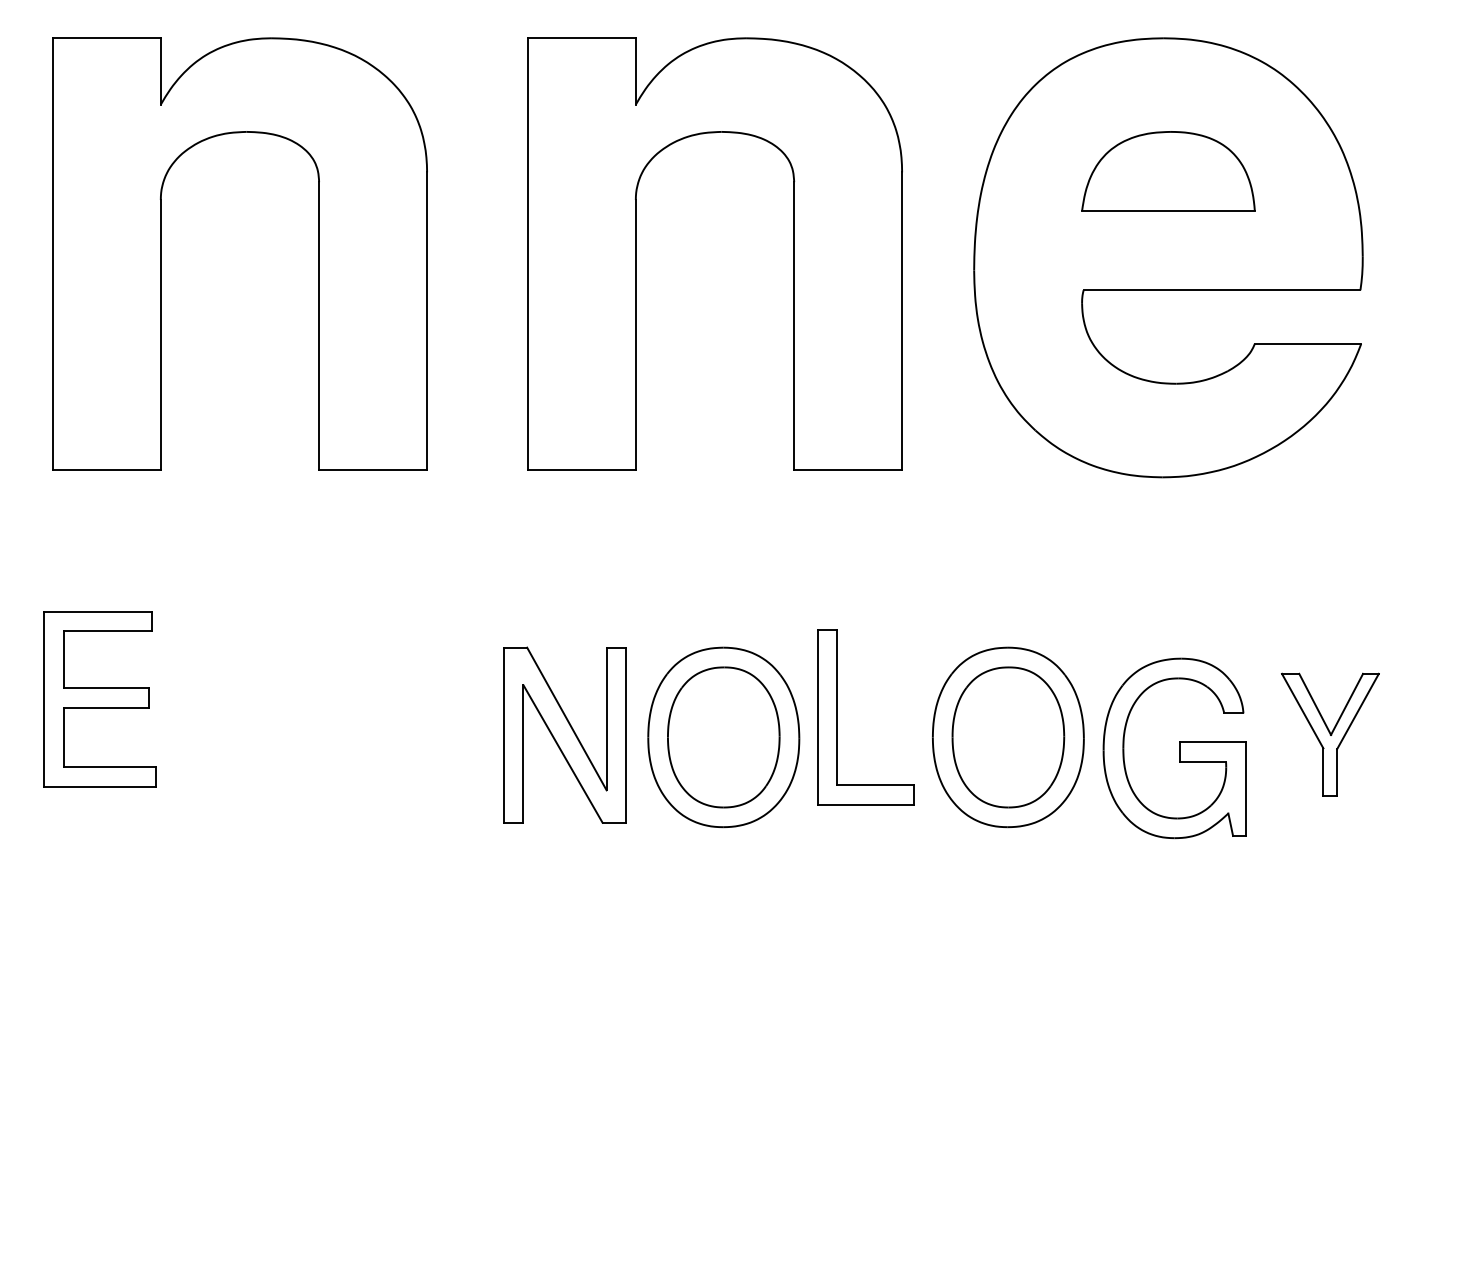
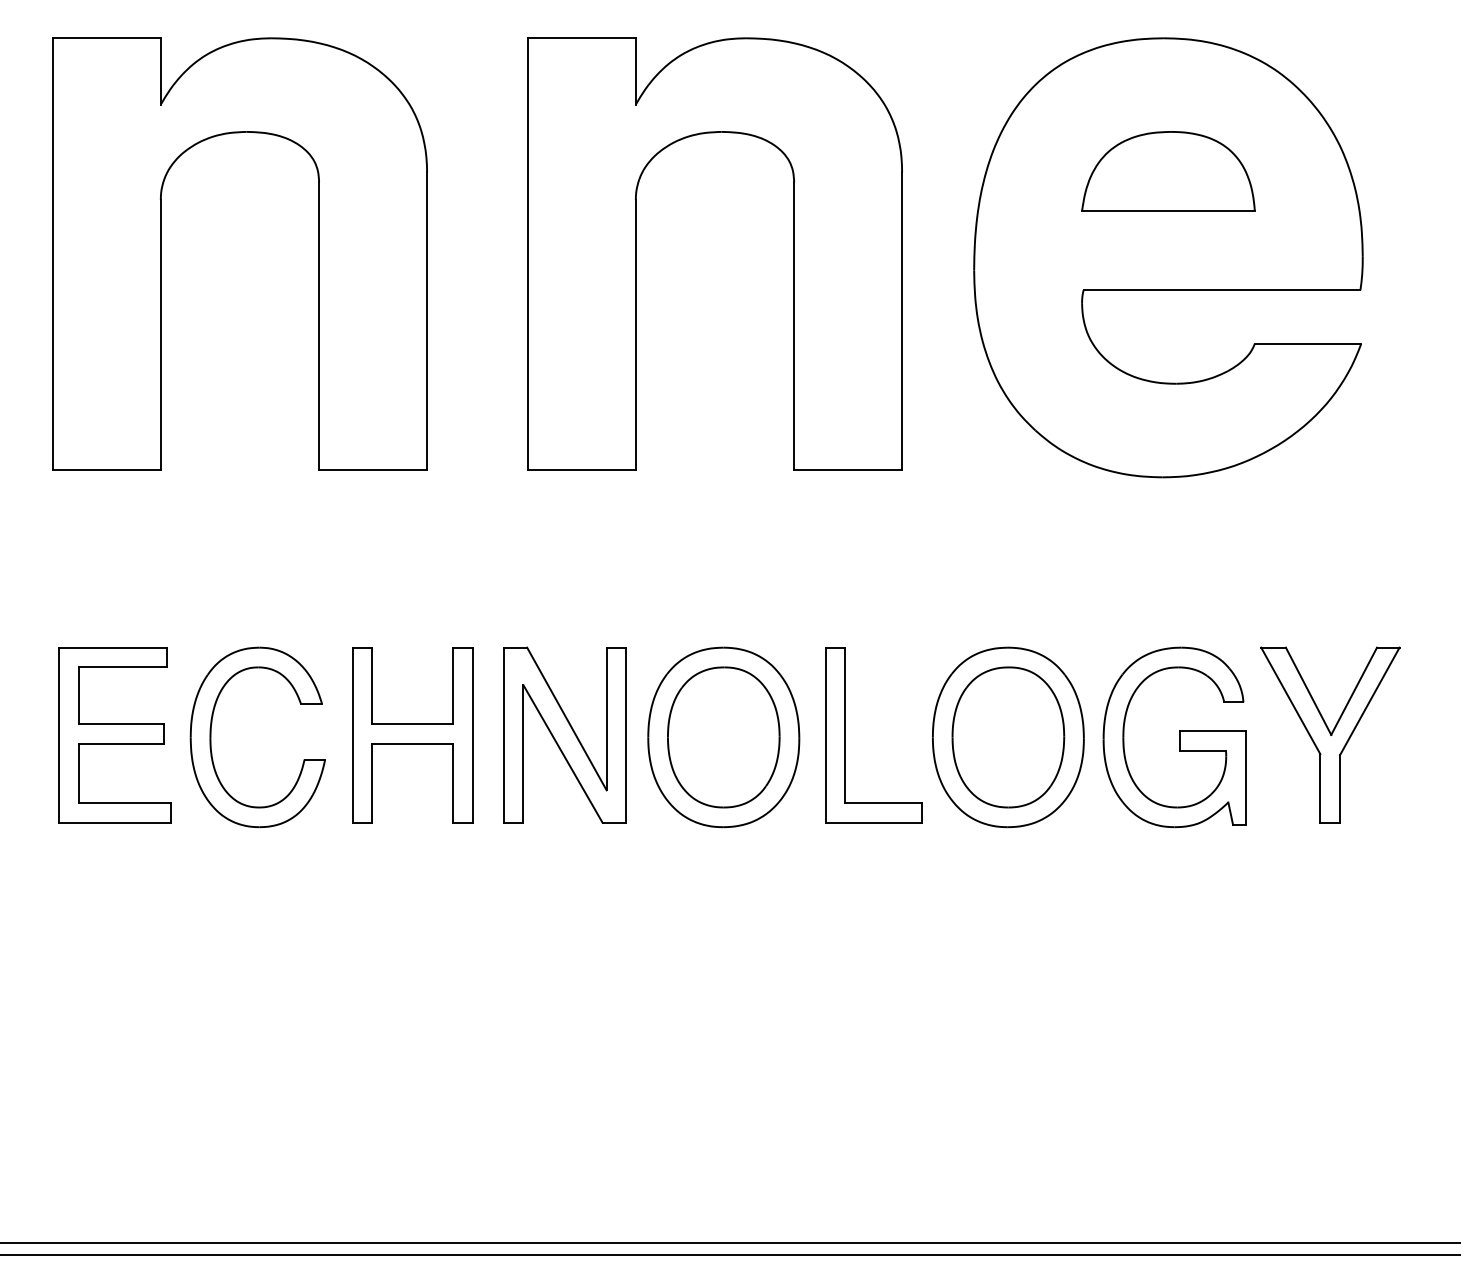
part at (99, 699) position: (99, 699) -> (114, 735)
part at (837, 717) position: (837, 717) -> (845, 735)
part at (1330, 734) size: 99x125 px -> 141x178 px
part at (412, 735): none -> present
part at (211, 737): none -> present
part at (1174, 748) position: (1174, 748) -> (1174, 737)
line at (729, 1242): none -> present
line at (729, 1254): none -> present
